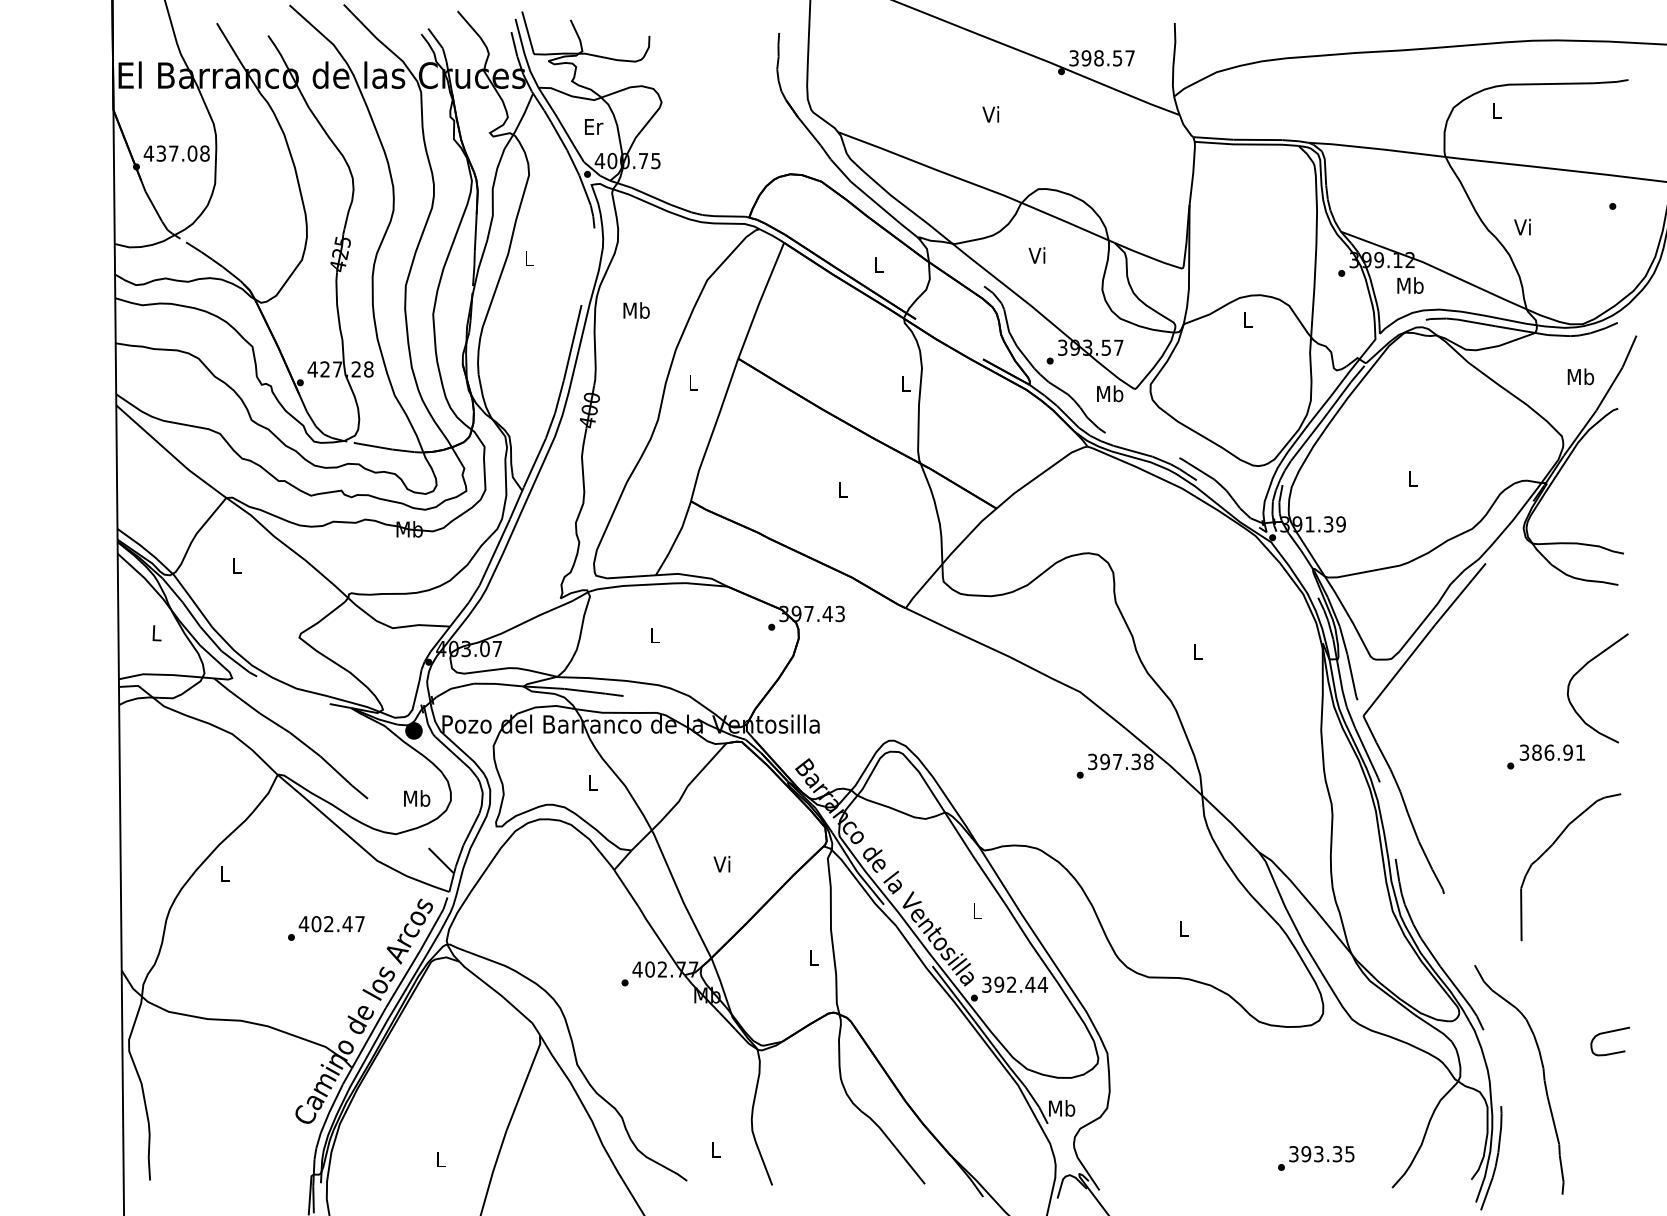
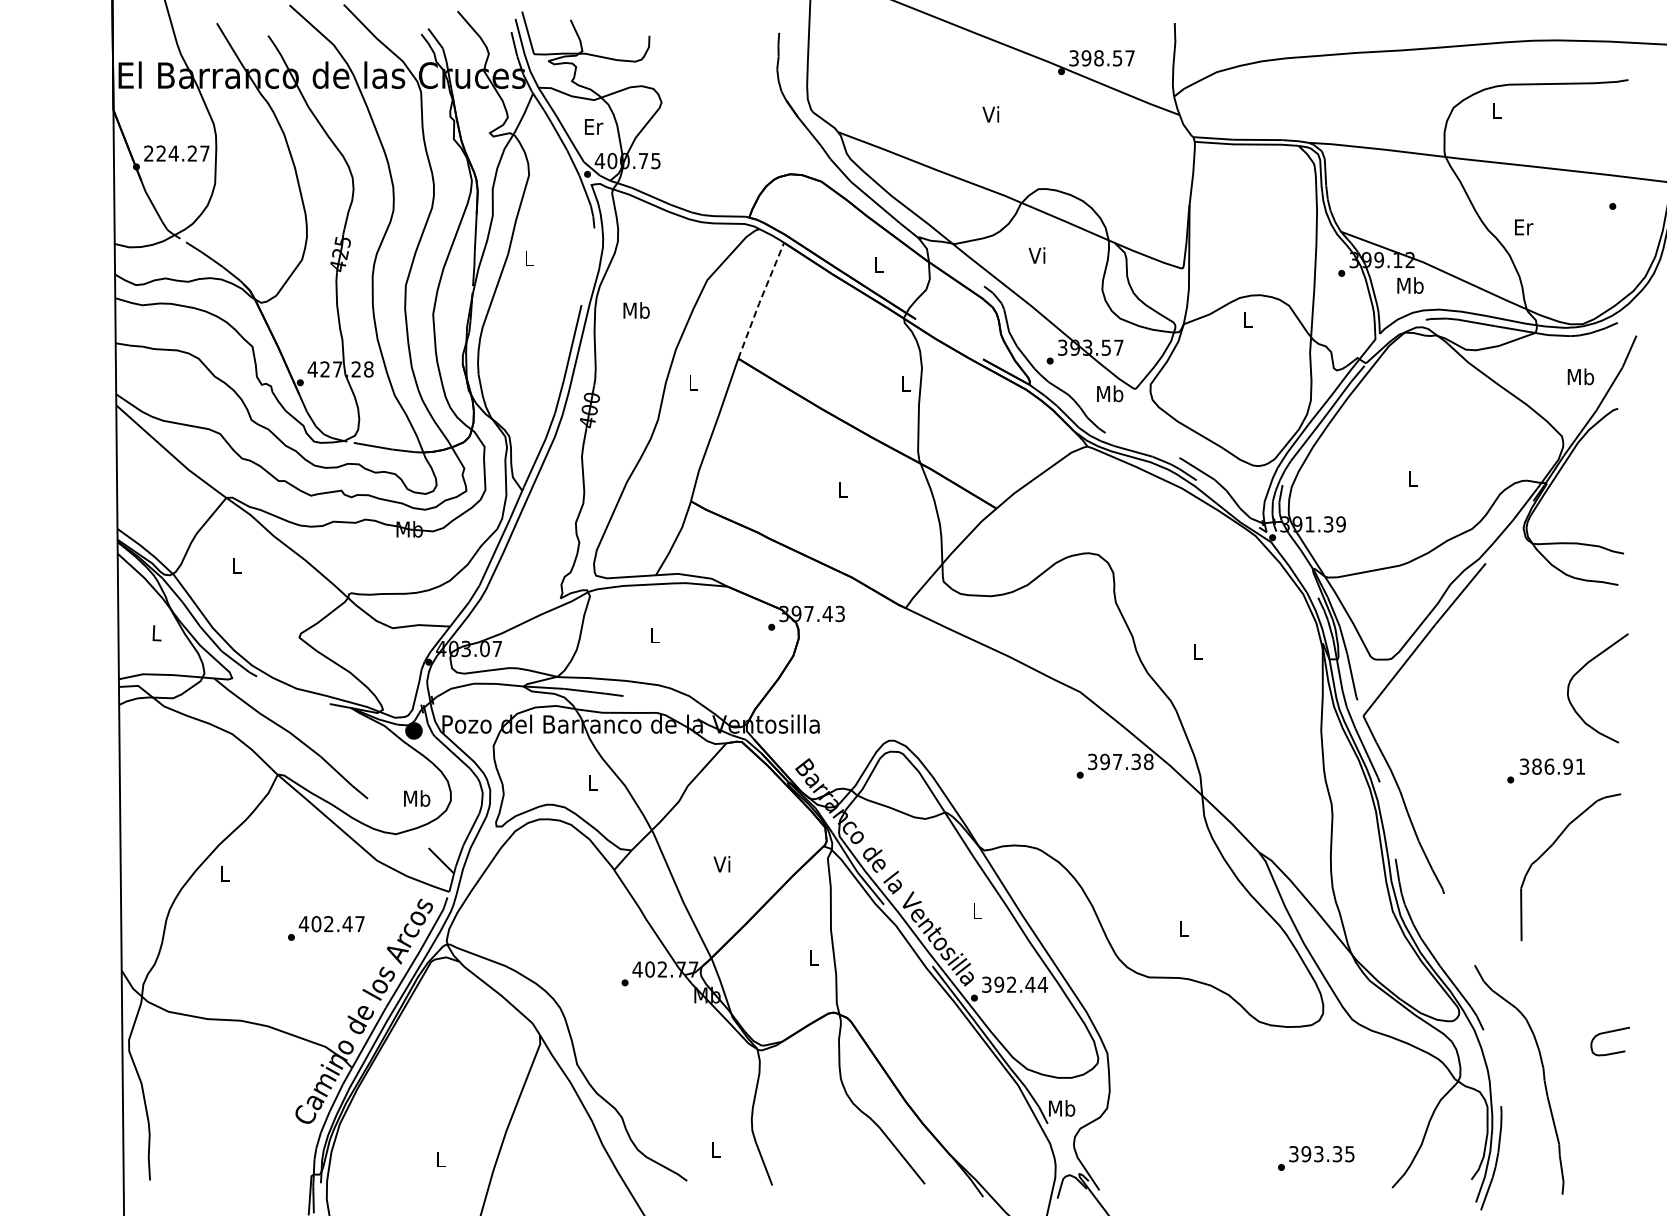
text at (176, 153): 437.08 -> 224.27
text at (1523, 226): Vi -> Er
line at (760, 300): solid -> dashed
text at (1545, 756) position: (1545, 756) -> (1545, 770)
